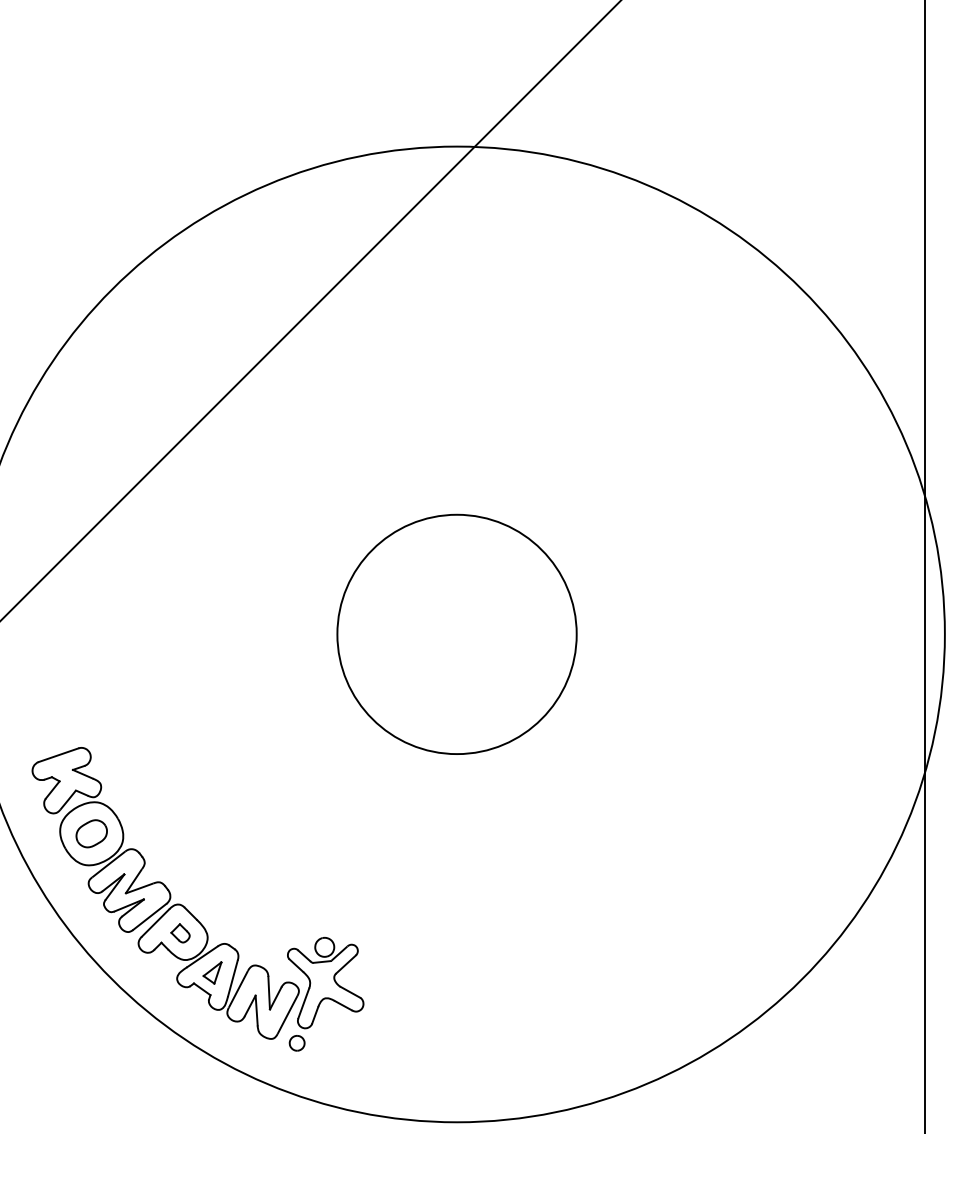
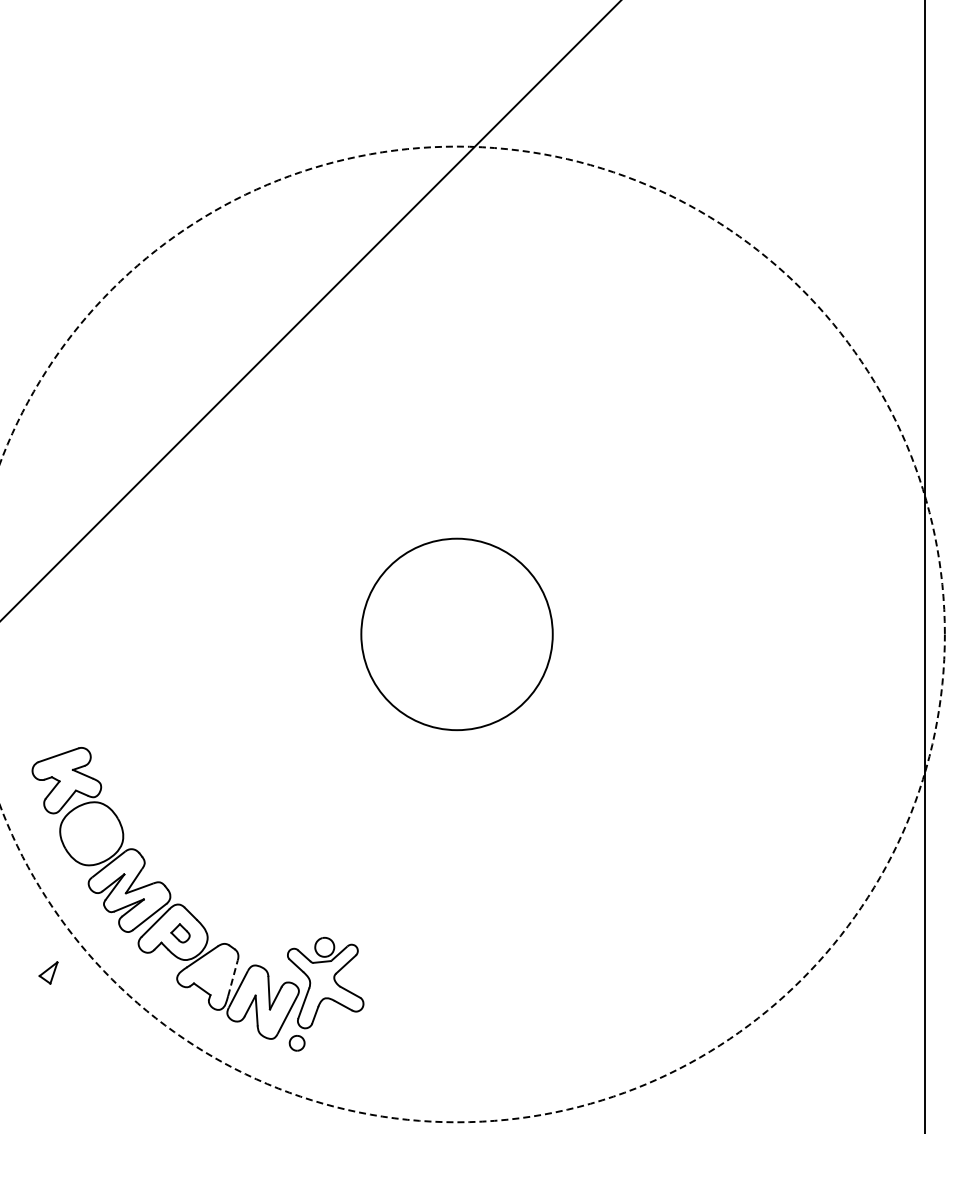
circle at (456, 634) diameter: 239 px -> 191 px
circle at (472, 634): solid -> dashed
part at (91, 833): present -> none
part at (212, 972) position: (212, 972) -> (48, 972)
line at (233, 977): solid -> dashed
